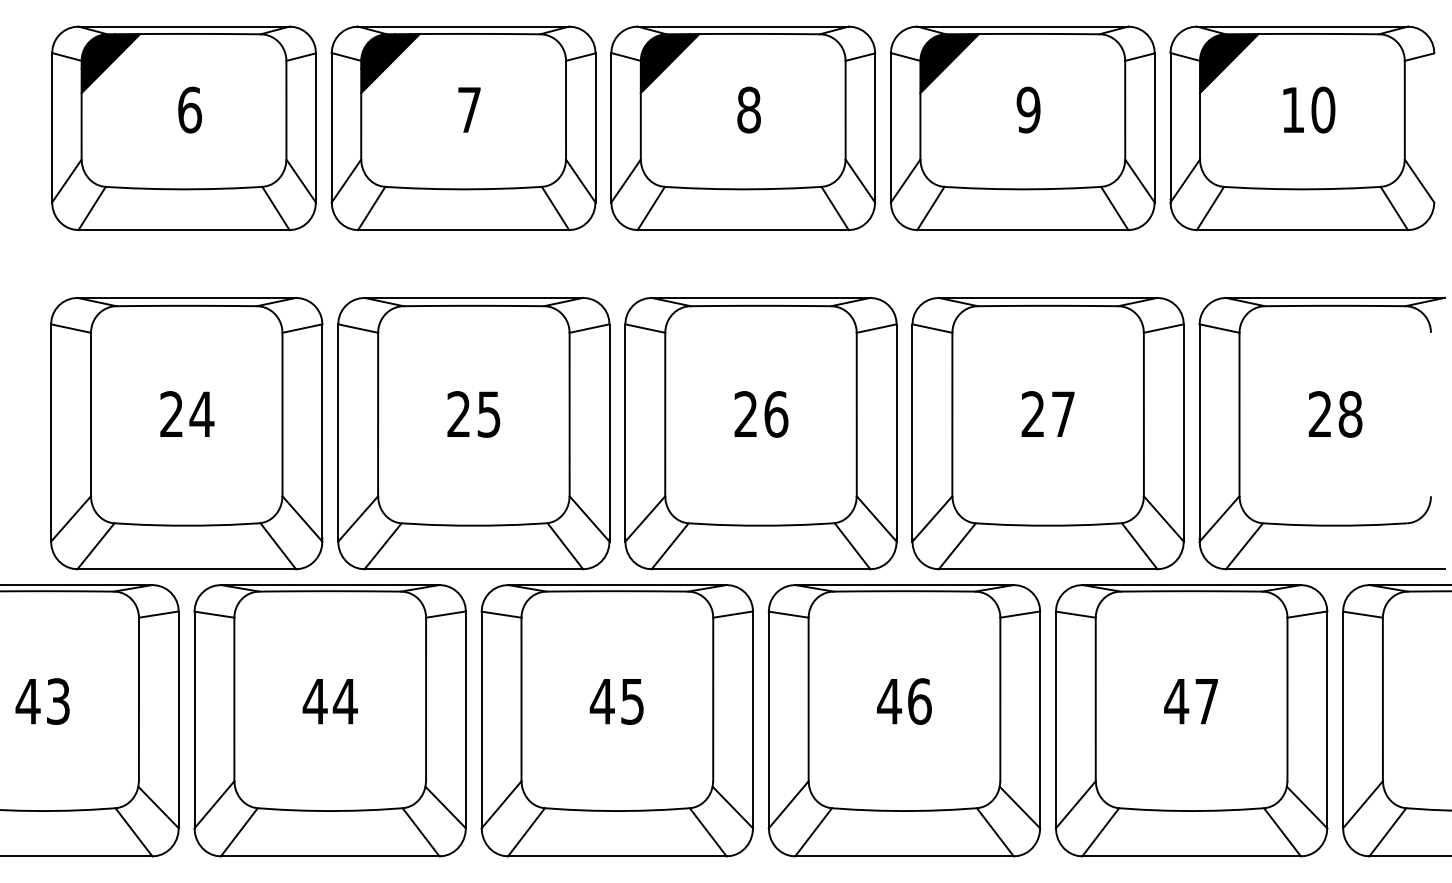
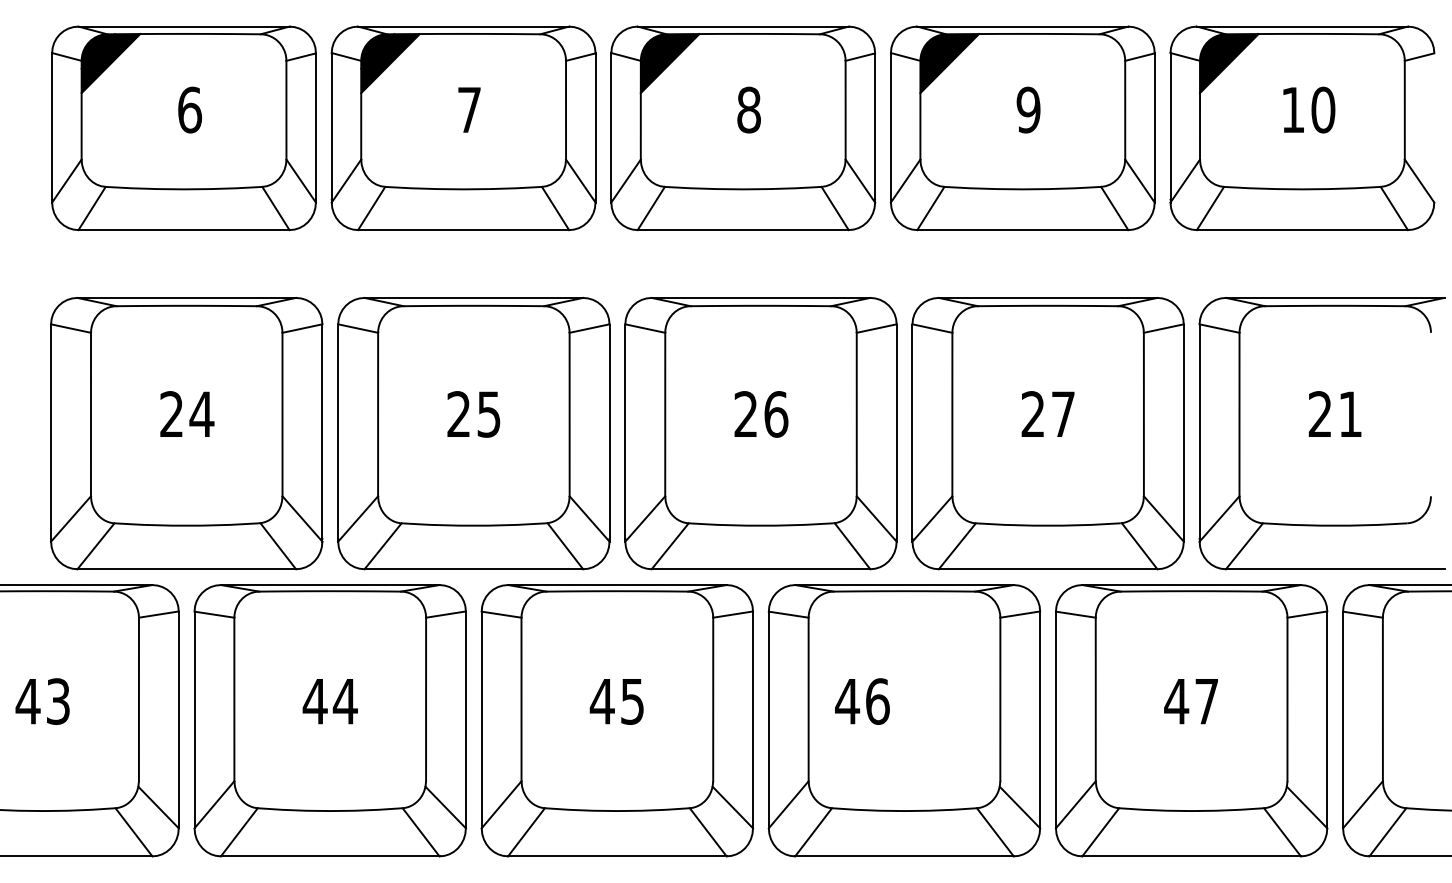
text at (1350, 414): 28 -> 21
text at (904, 701) position: (904, 701) -> (862, 701)
